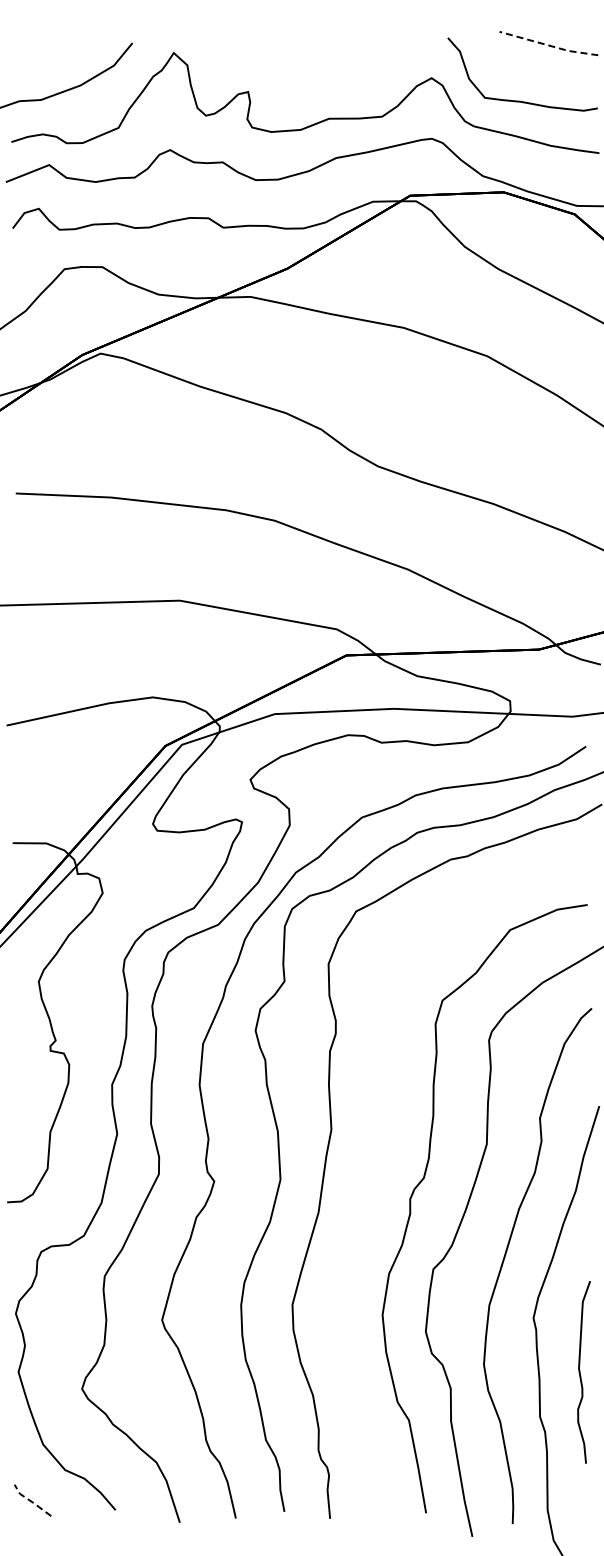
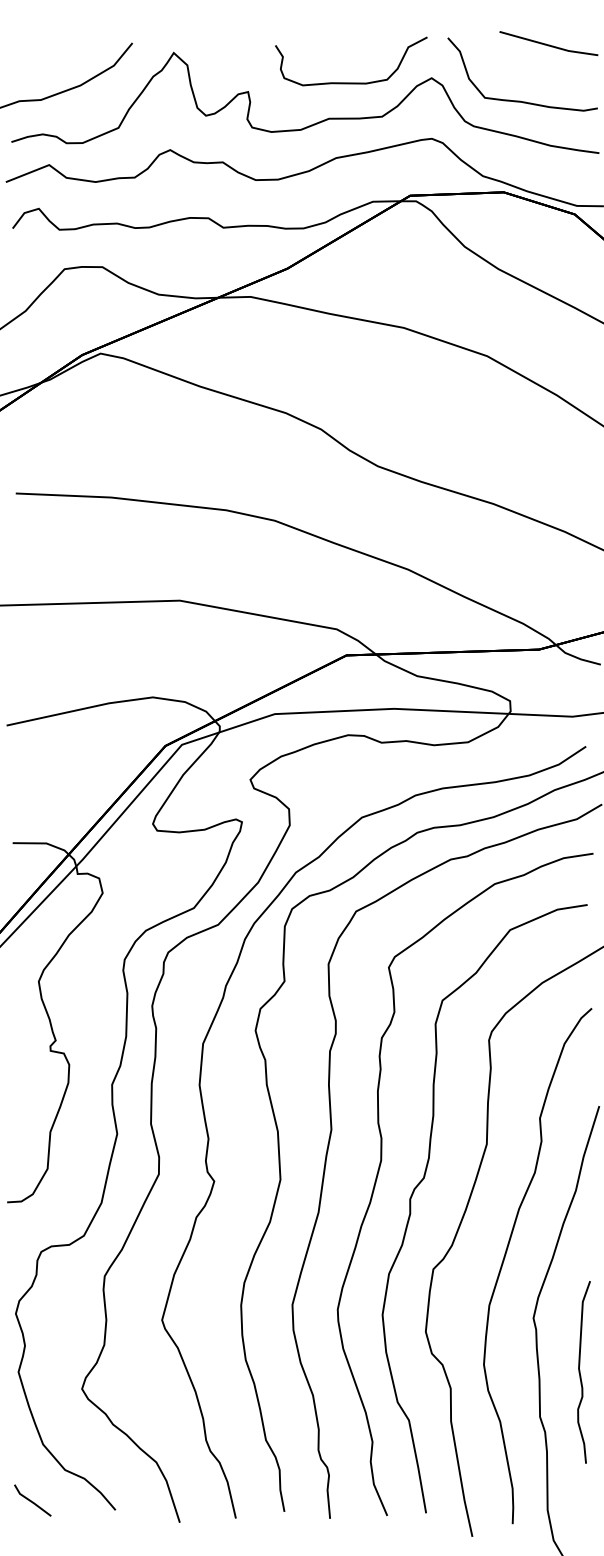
line at (548, 45): dashed -> solid
curve at (351, 82): none -> present
curve at (381, 1164): none -> present
line at (31, 1501): dashed -> solid
